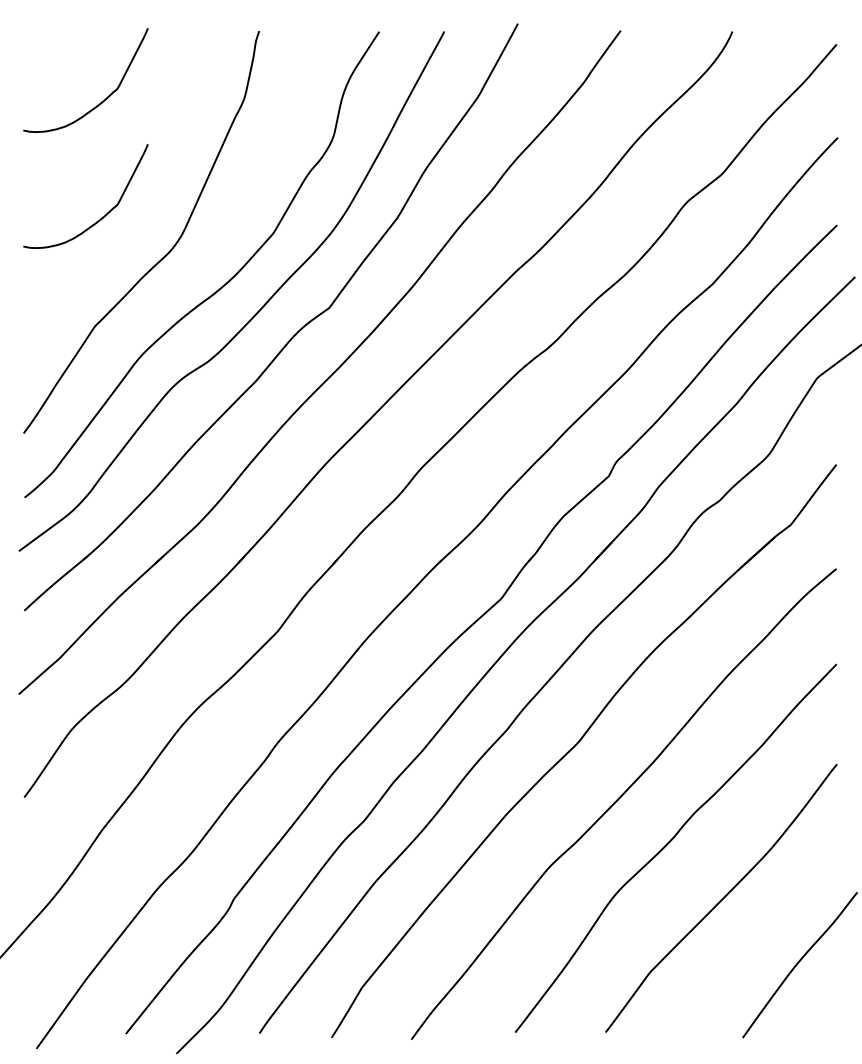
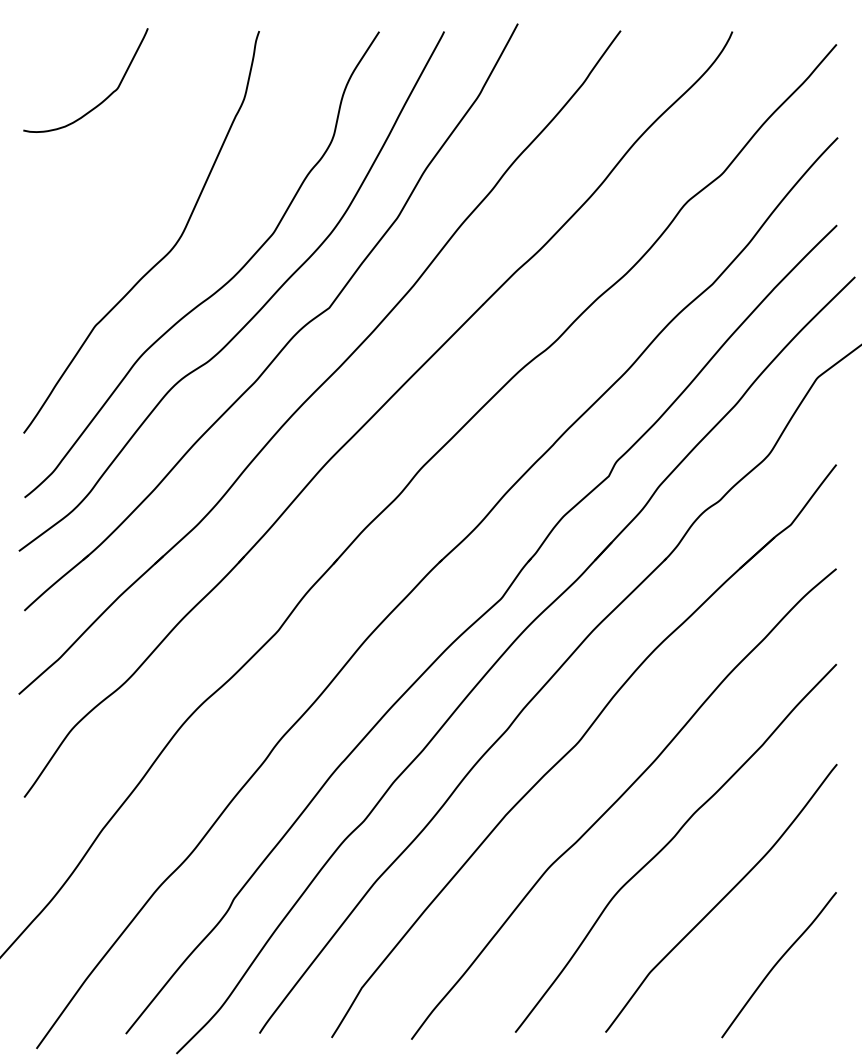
curve at (102, 216): present -> none
curve at (798, 964) position: (798, 964) -> (777, 964)
